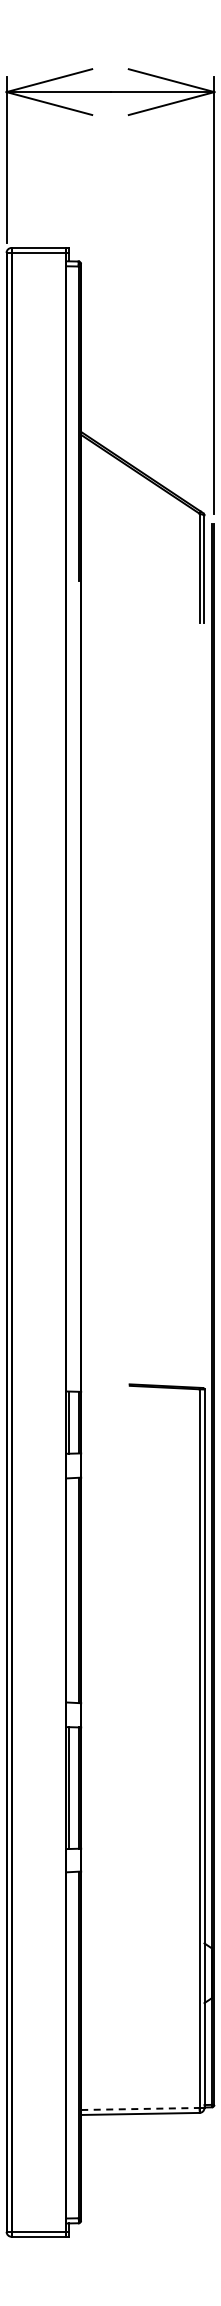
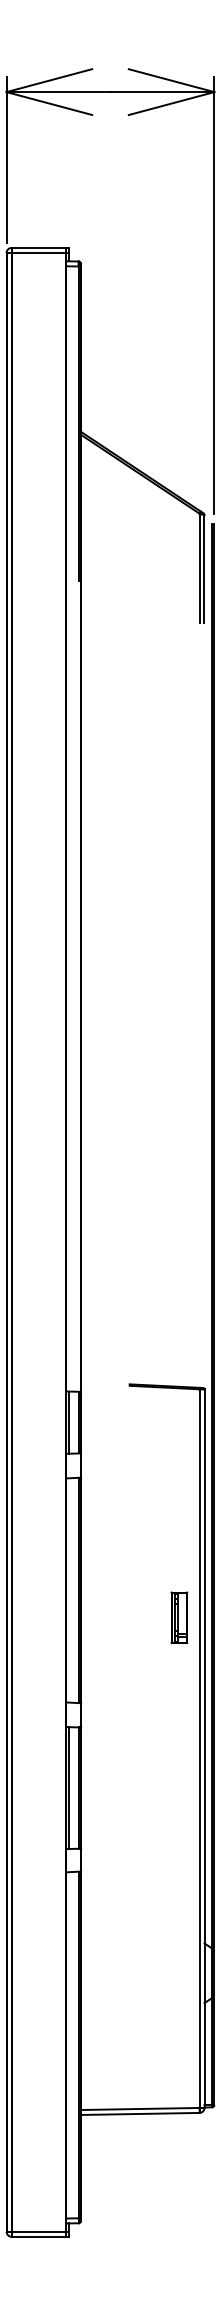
part at (179, 1617): none -> present
line at (140, 2108): dashed -> solid
